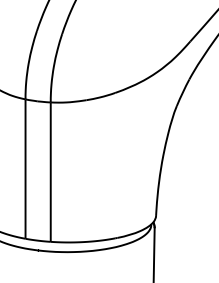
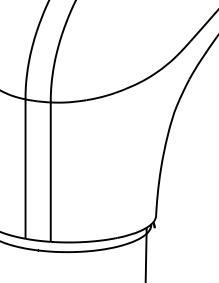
line at (153, 253) position: (153, 253) -> (145, 253)
